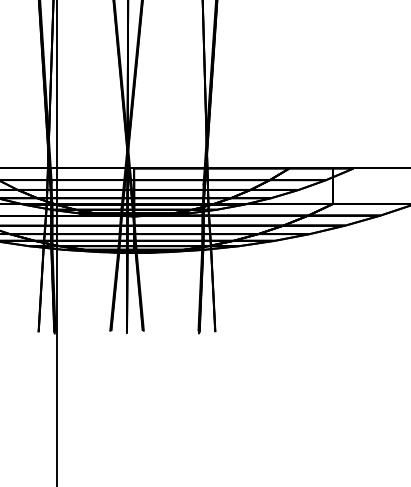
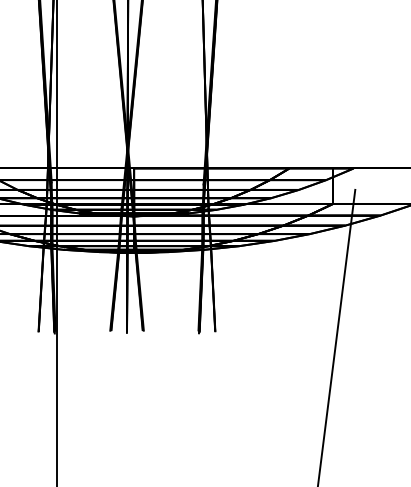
line at (336, 336): none -> present
